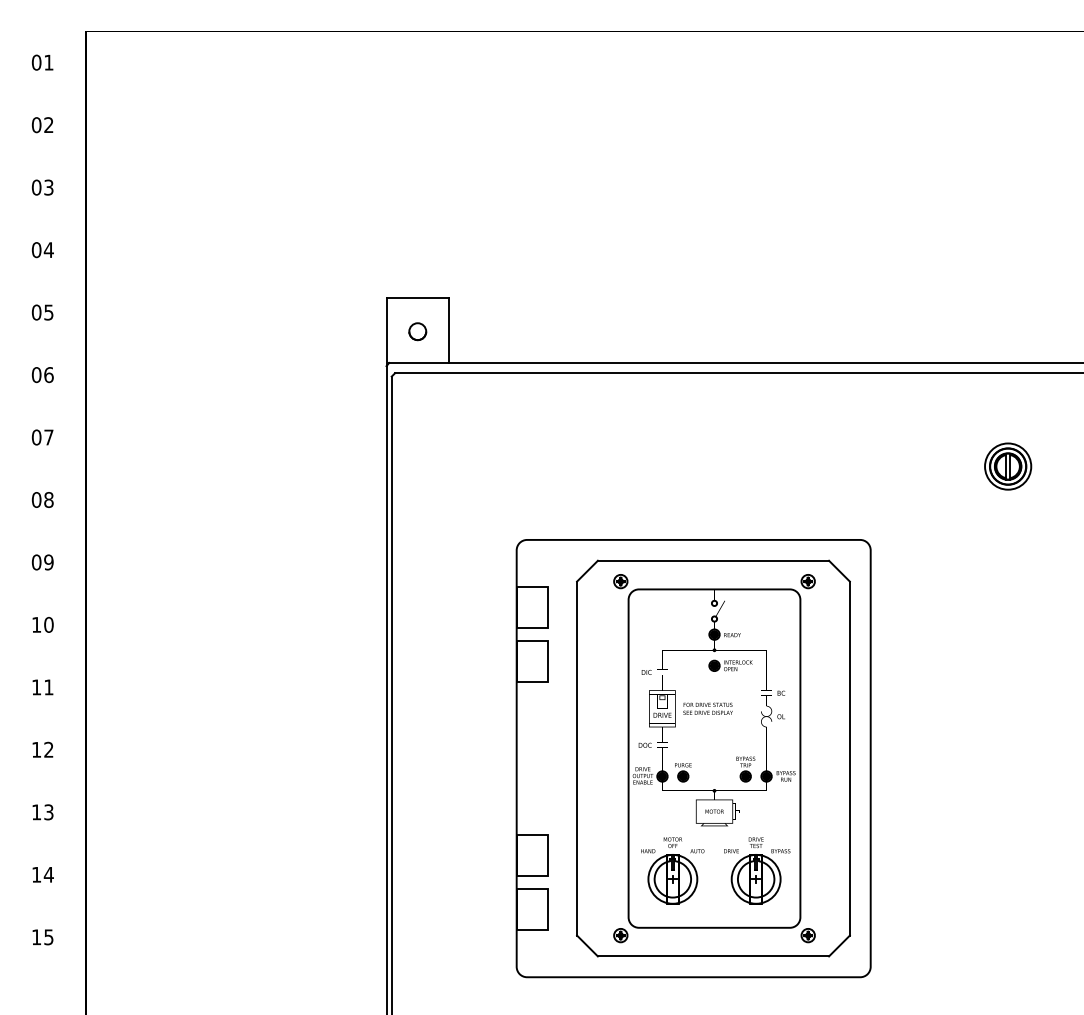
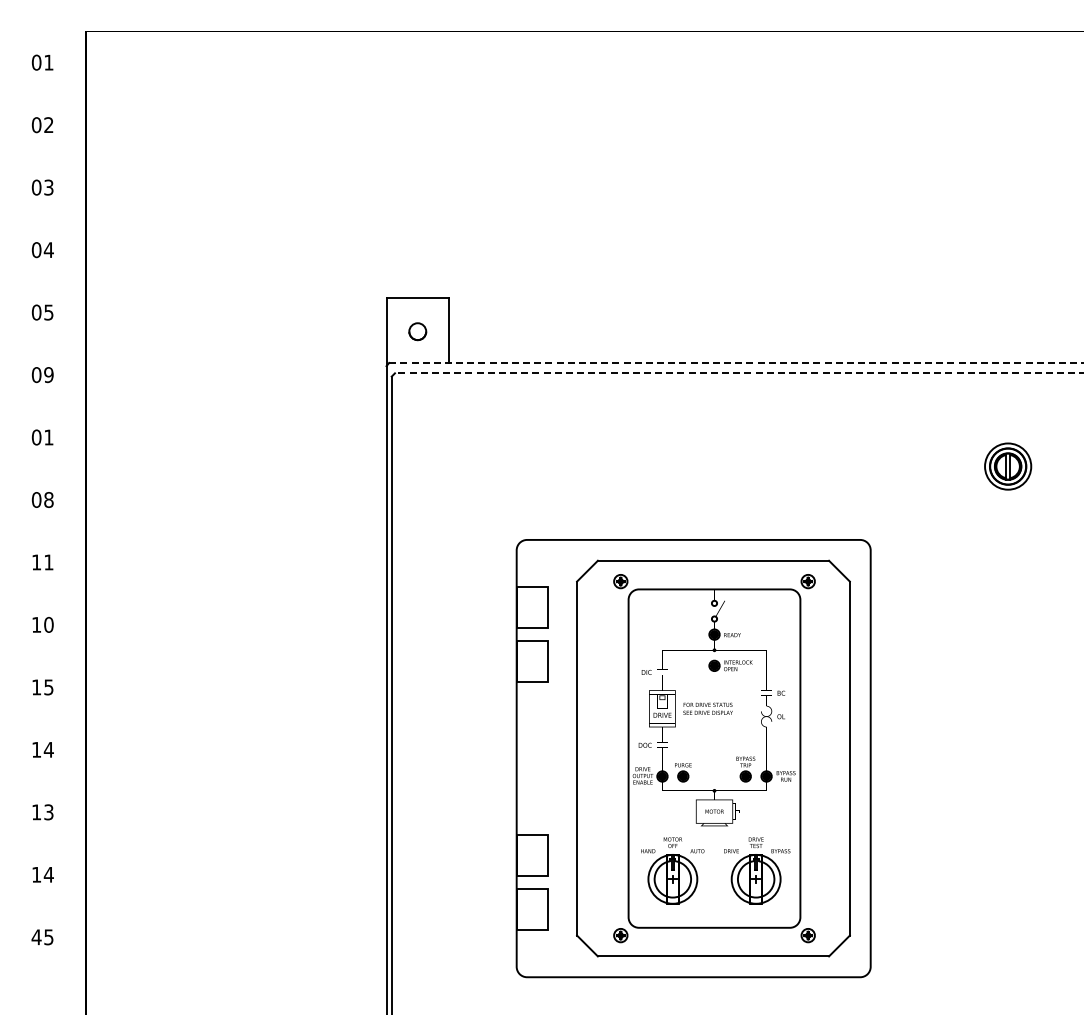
line at (736, 362): solid -> dashed
line at (738, 373): solid -> dashed
text at (48, 375): 06 -> 09
text at (48, 437): 07 -> 01
text at (42, 562): 09 -> 11
text at (48, 687): 11 -> 15
text at (48, 749): 12 -> 14
text at (36, 937): 15 -> 45
